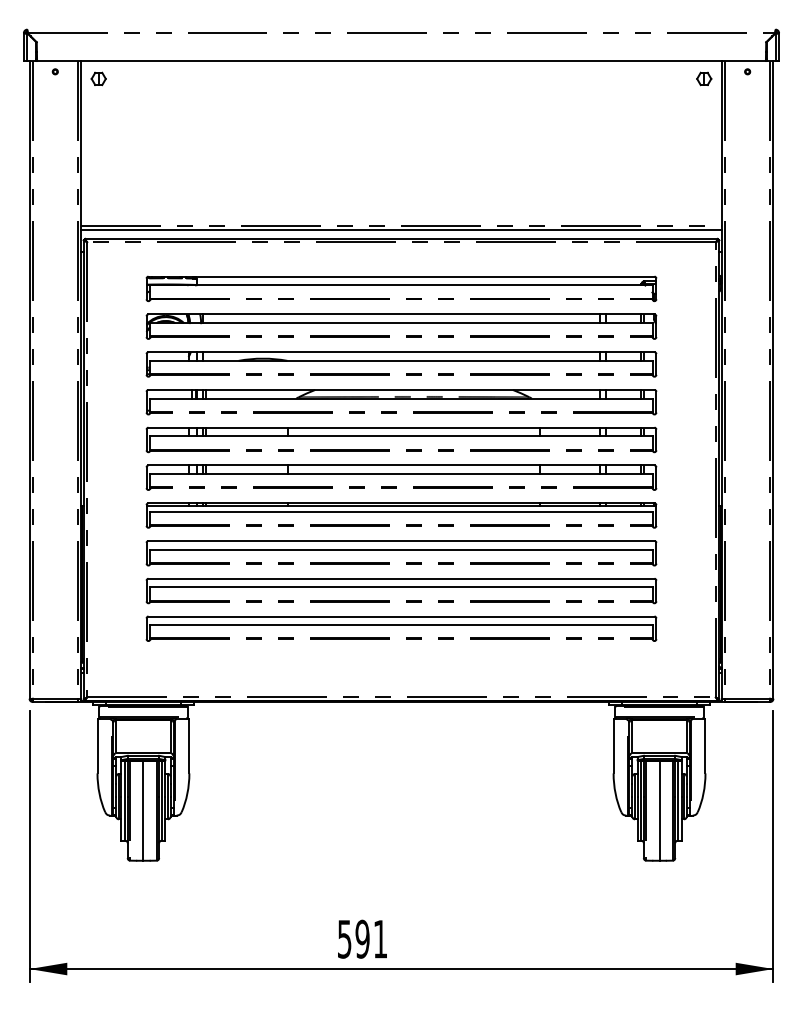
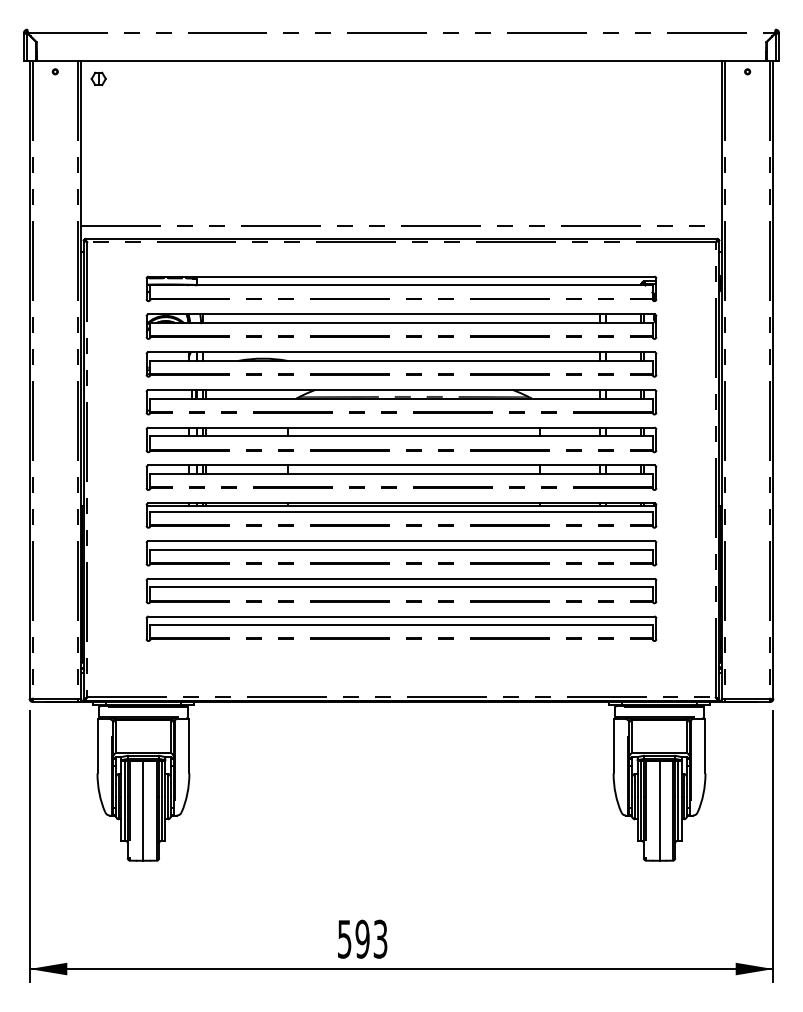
part at (704, 78): present -> none
line at (401, 230): present -> none
text at (380, 938): 591 -> 593
